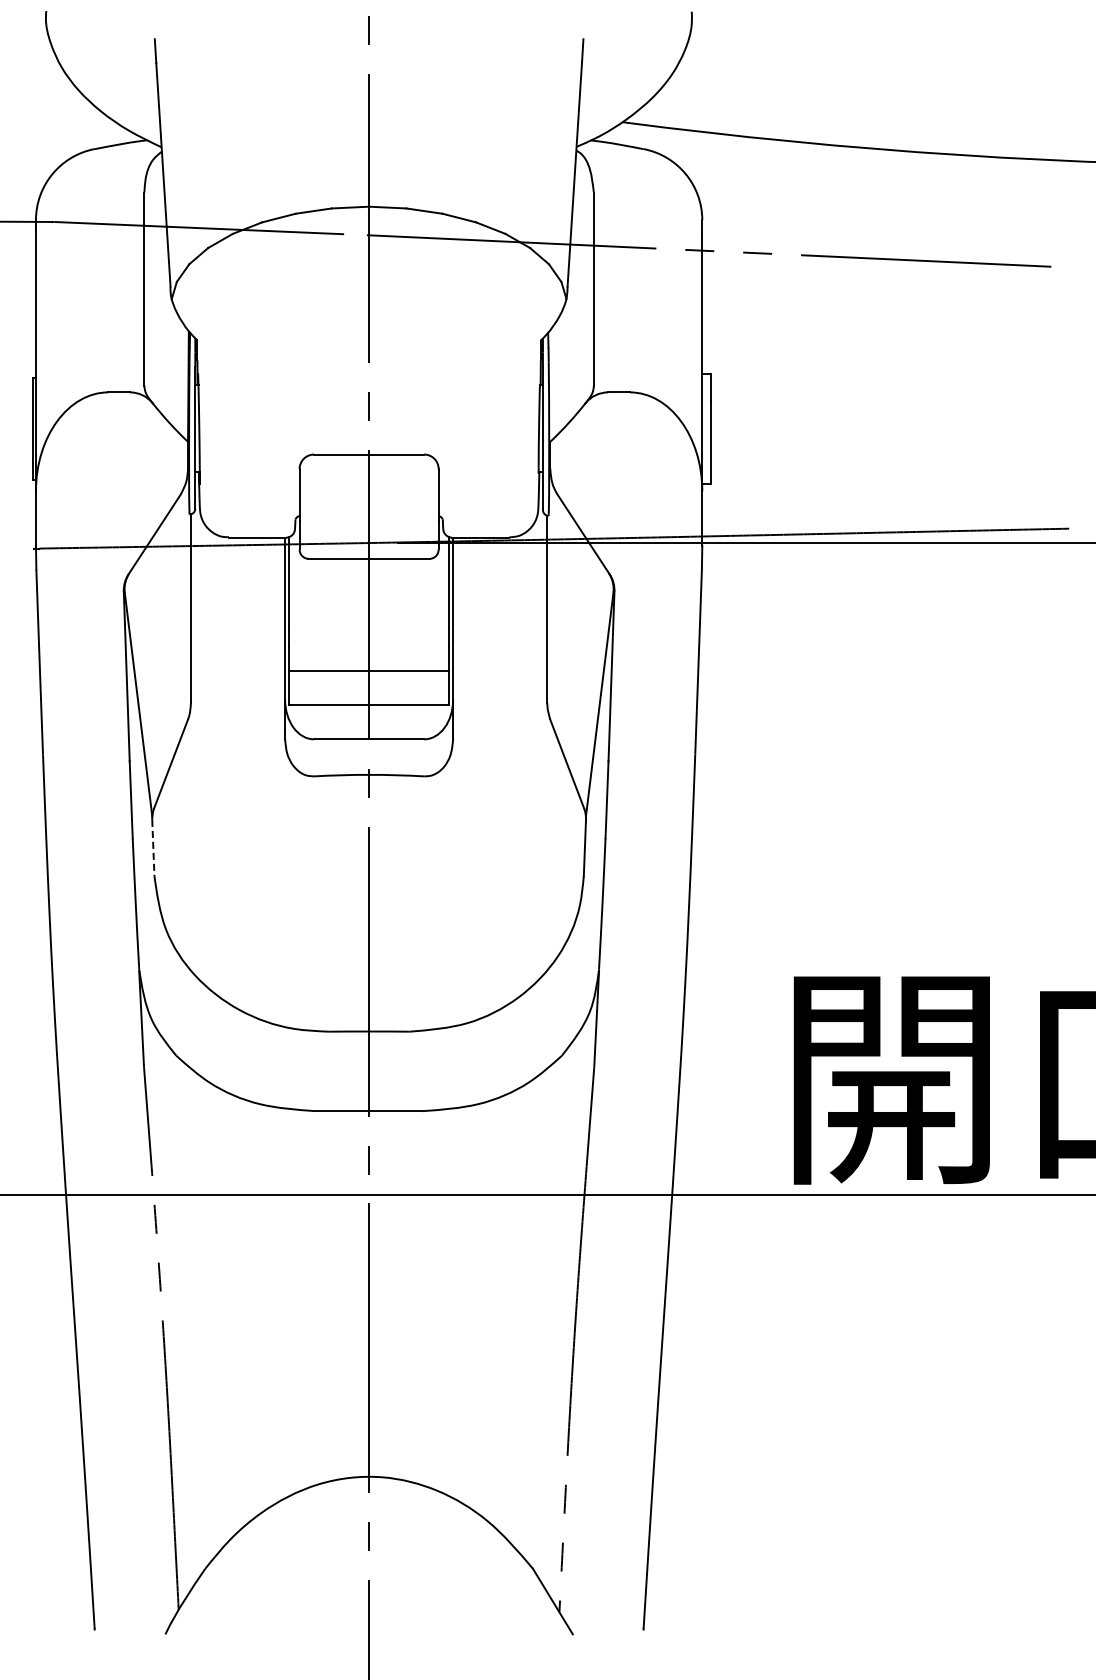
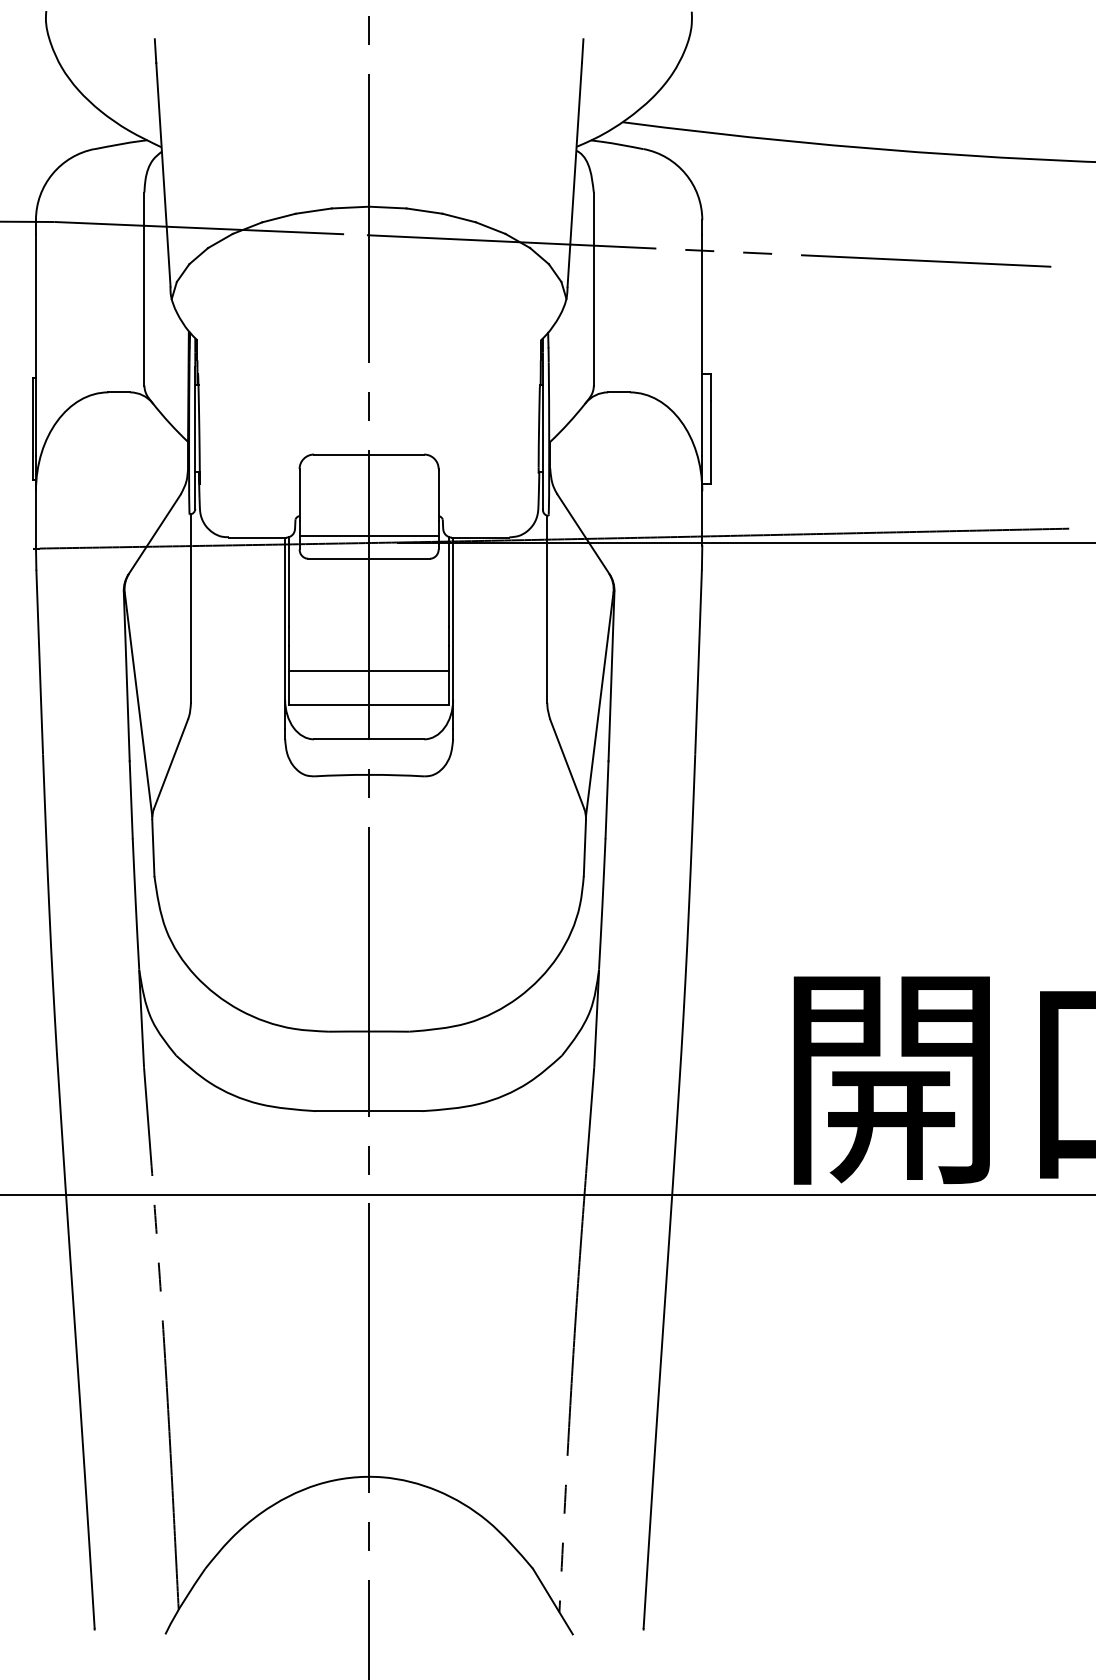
line at (368, 535): none -> present
line at (153, 848): dashed -> solid
